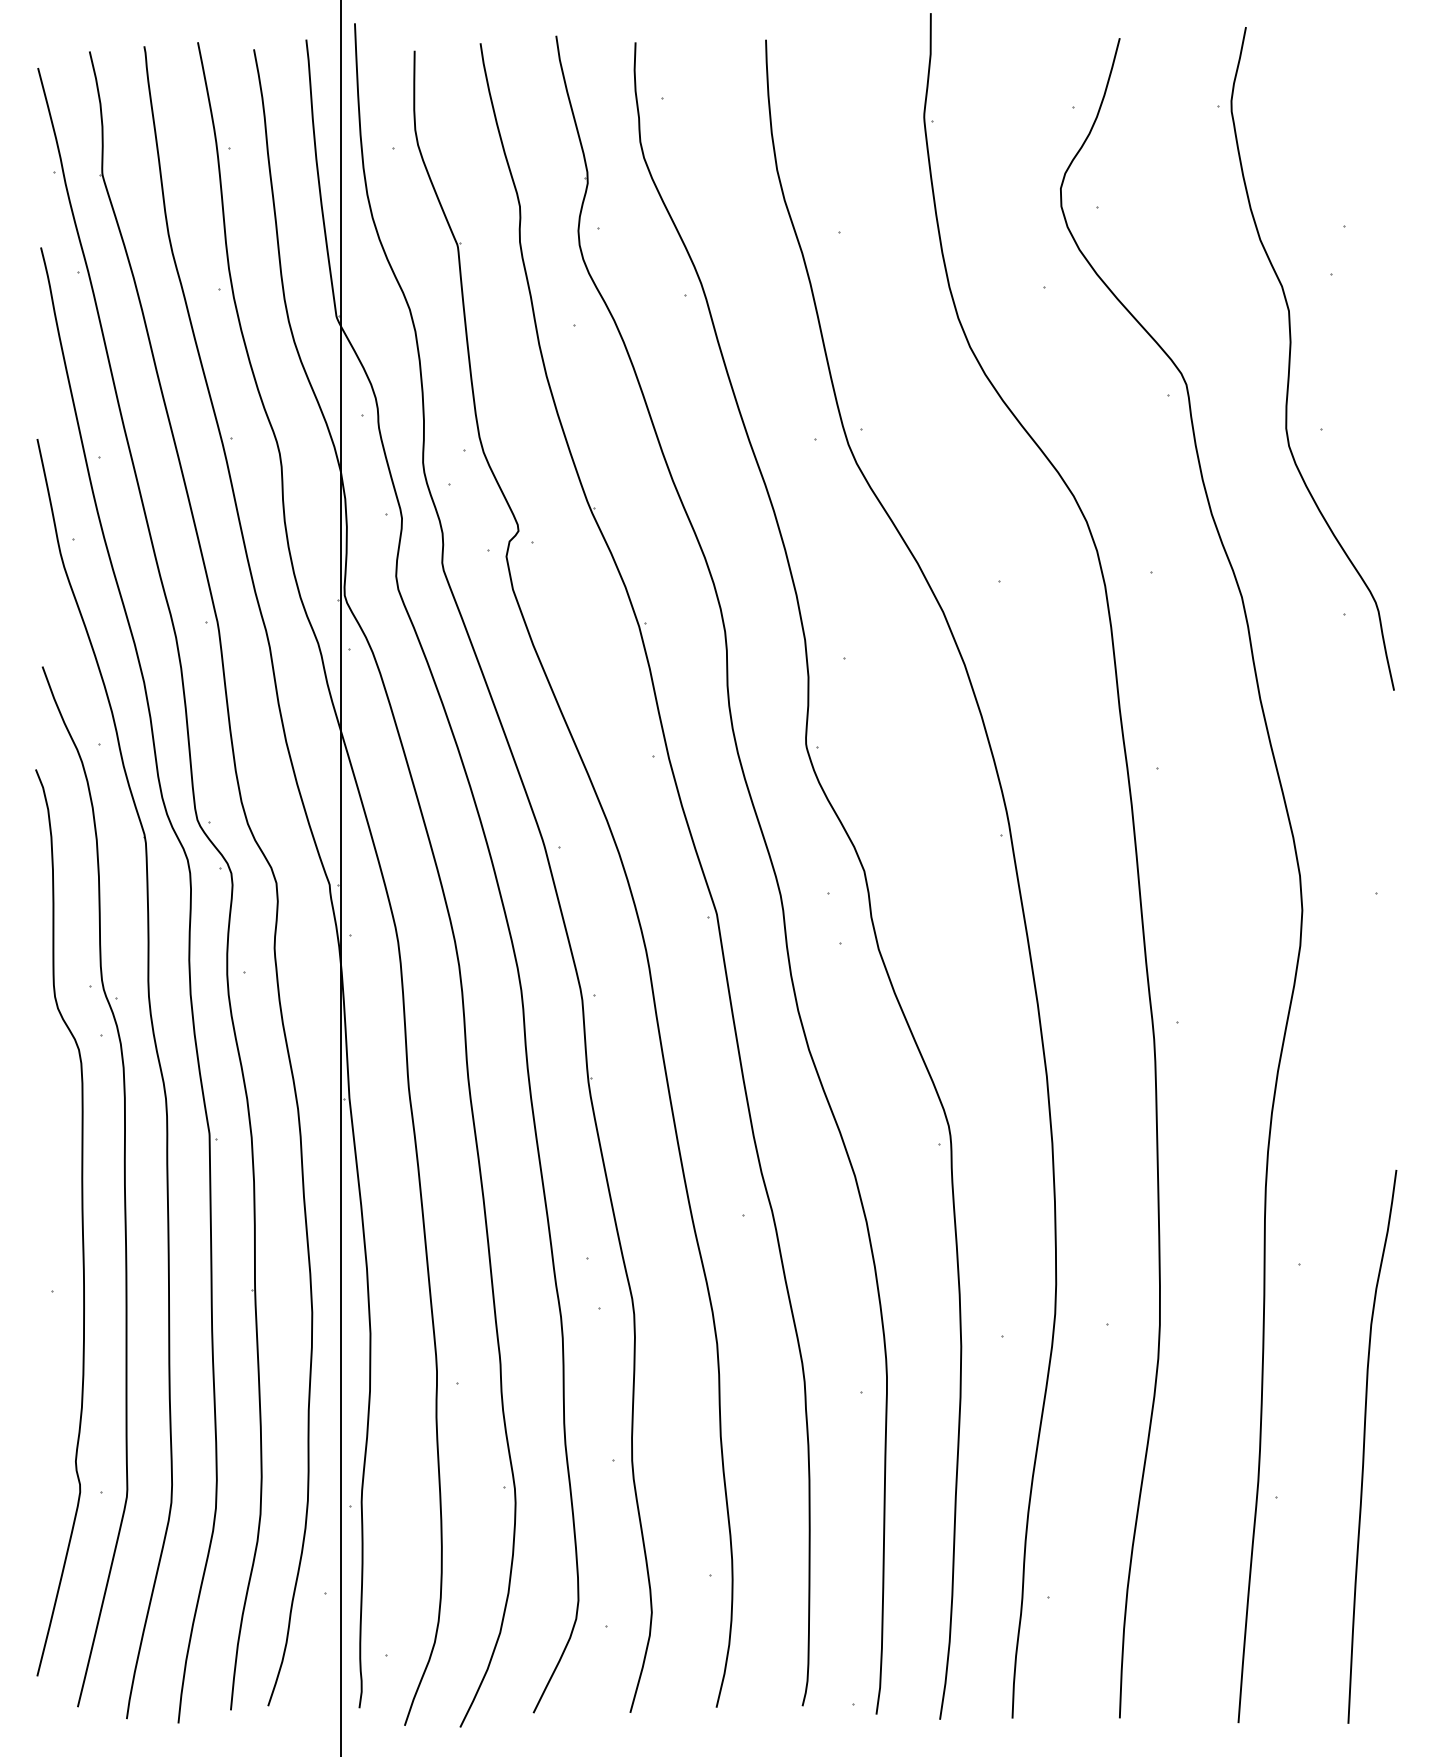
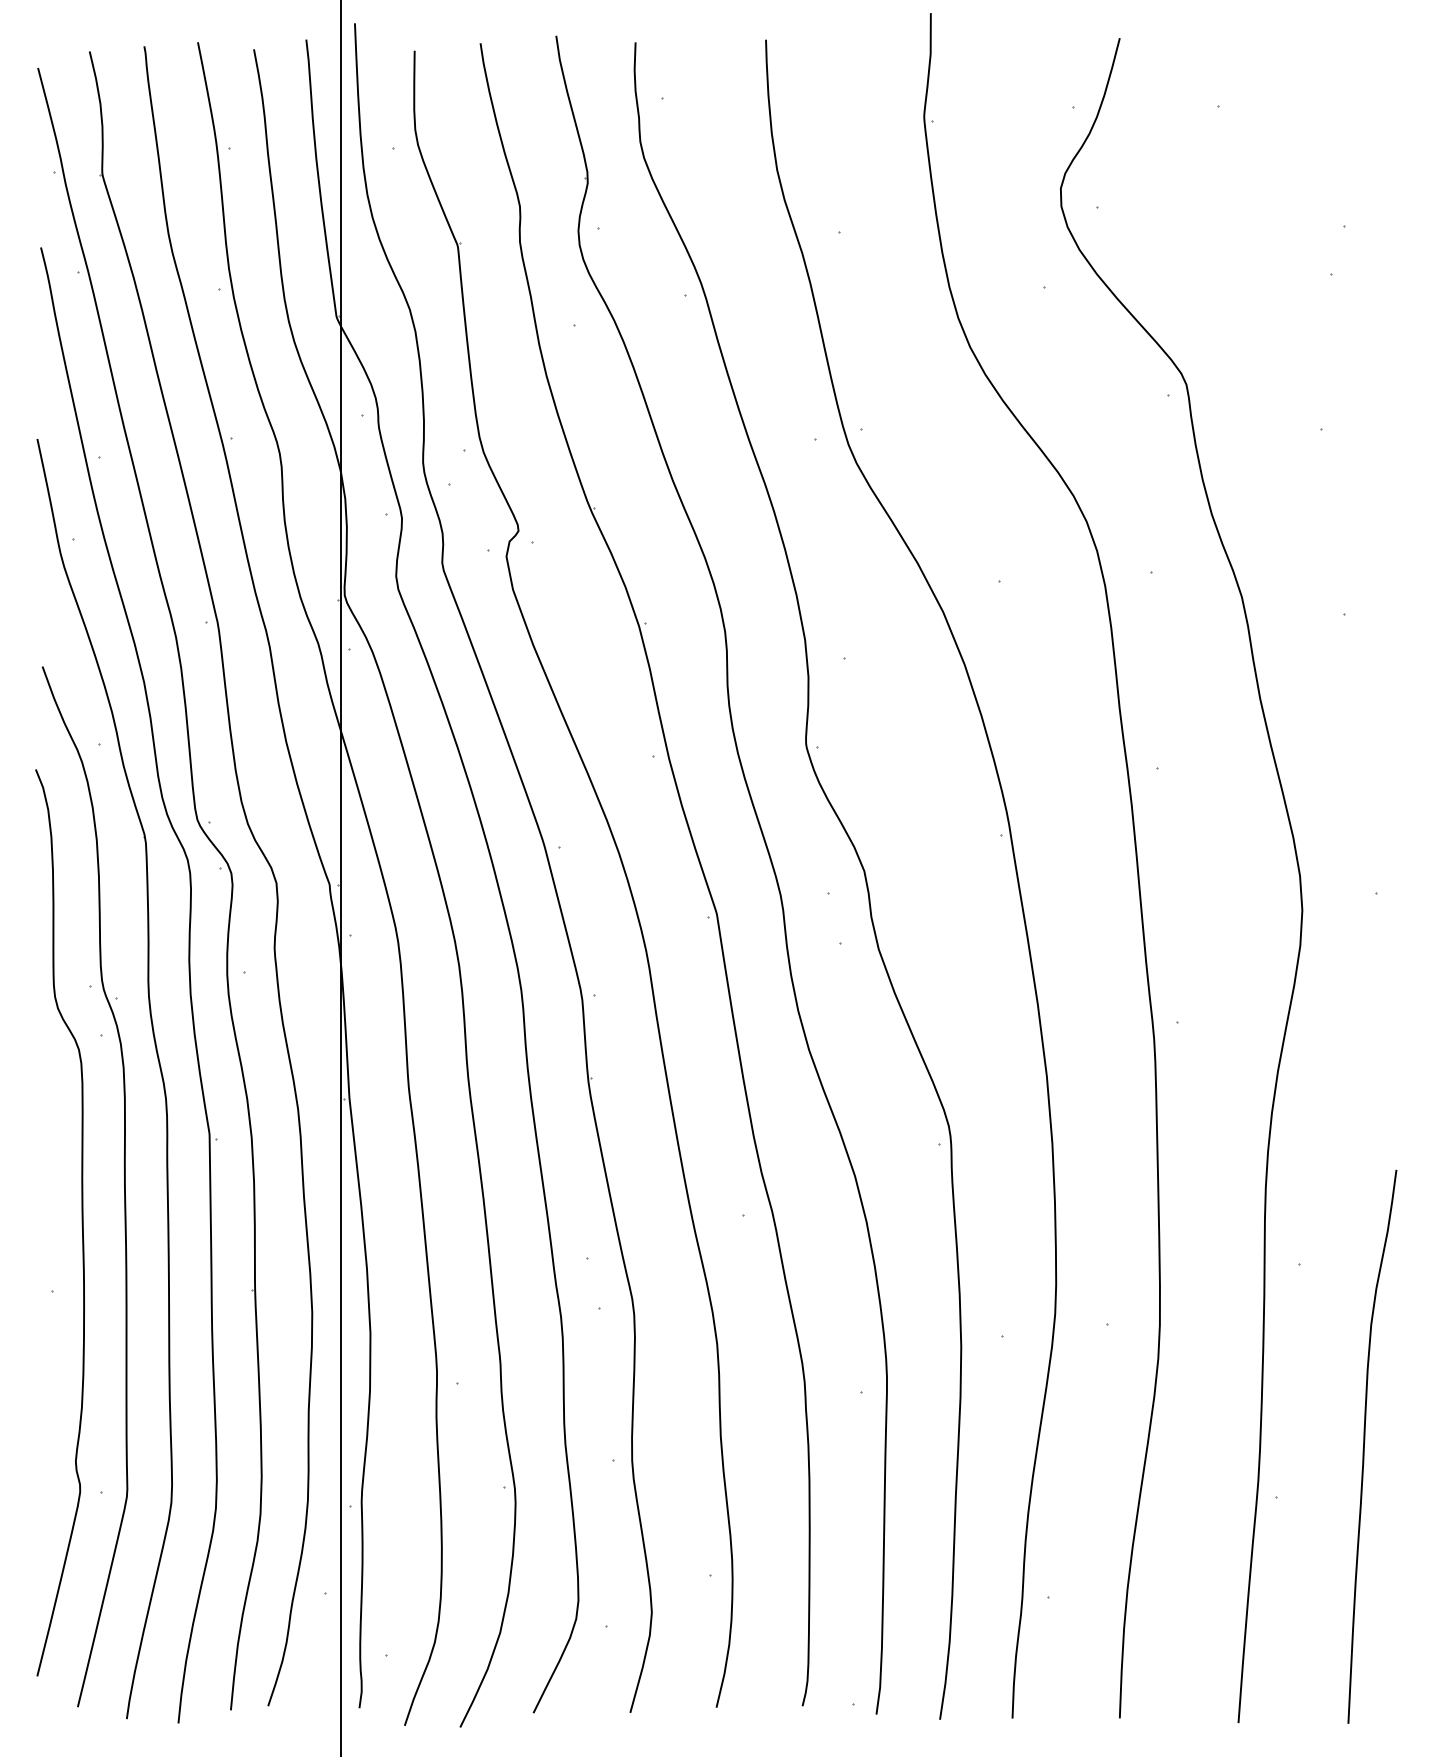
curve at (1290, 358): present -> none
